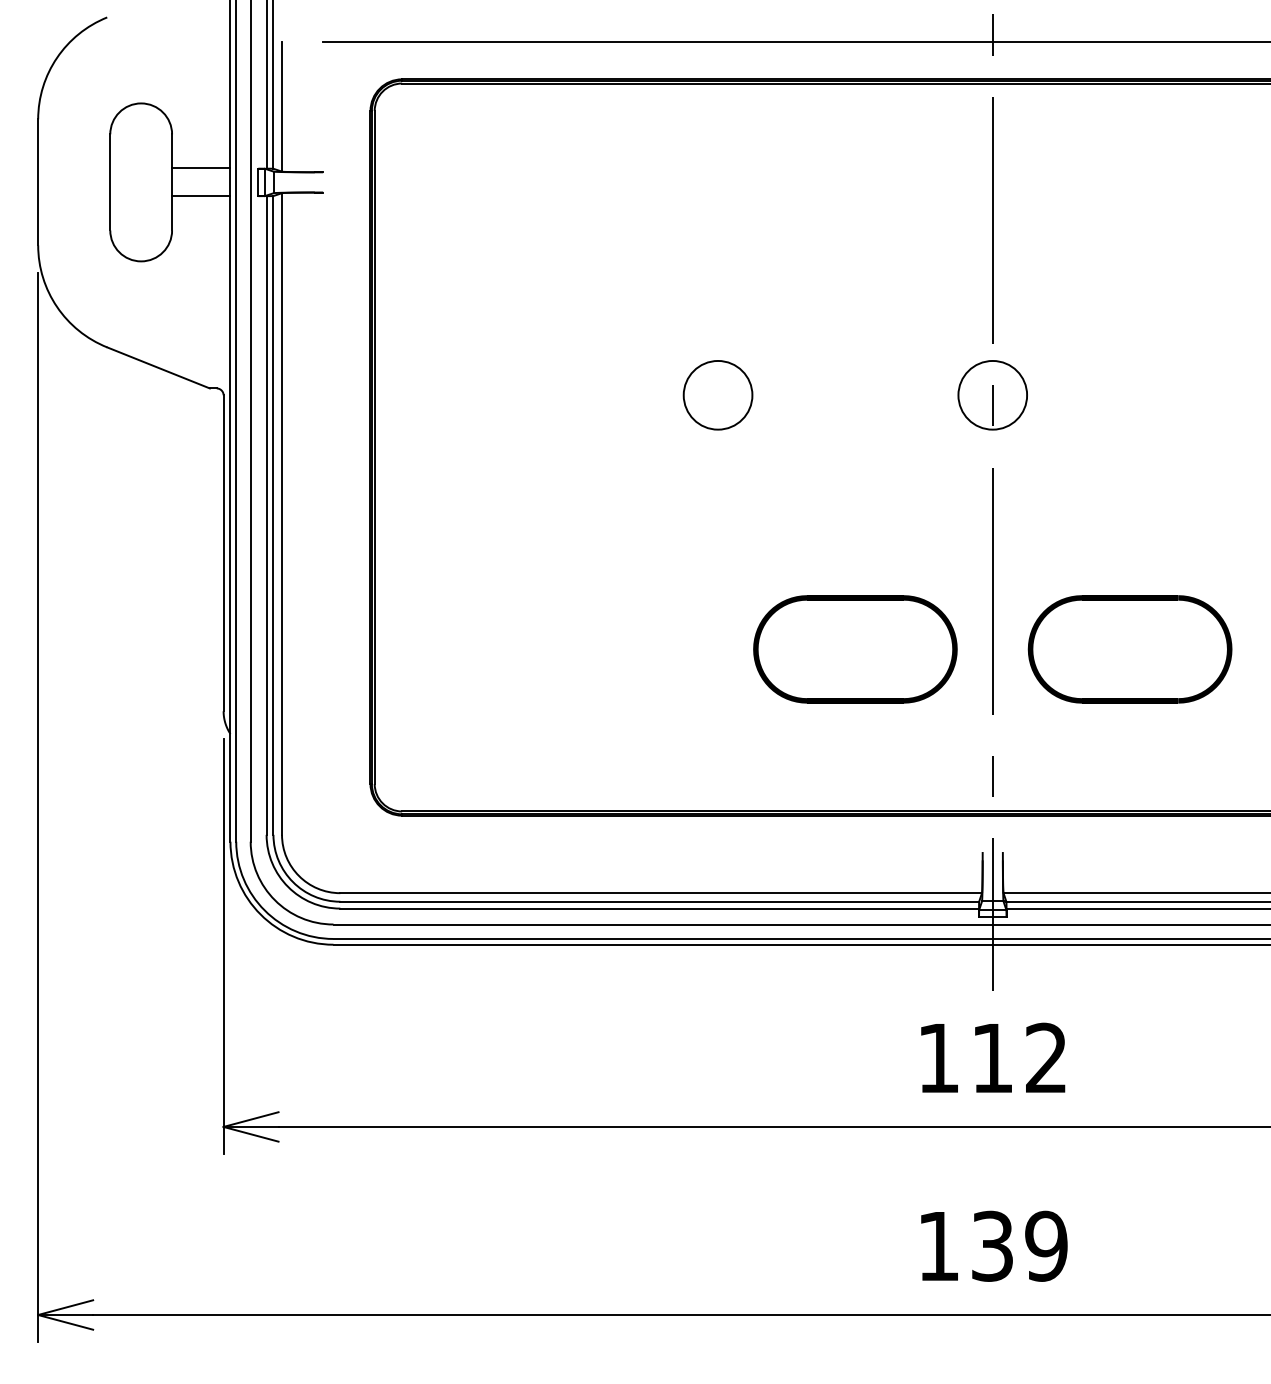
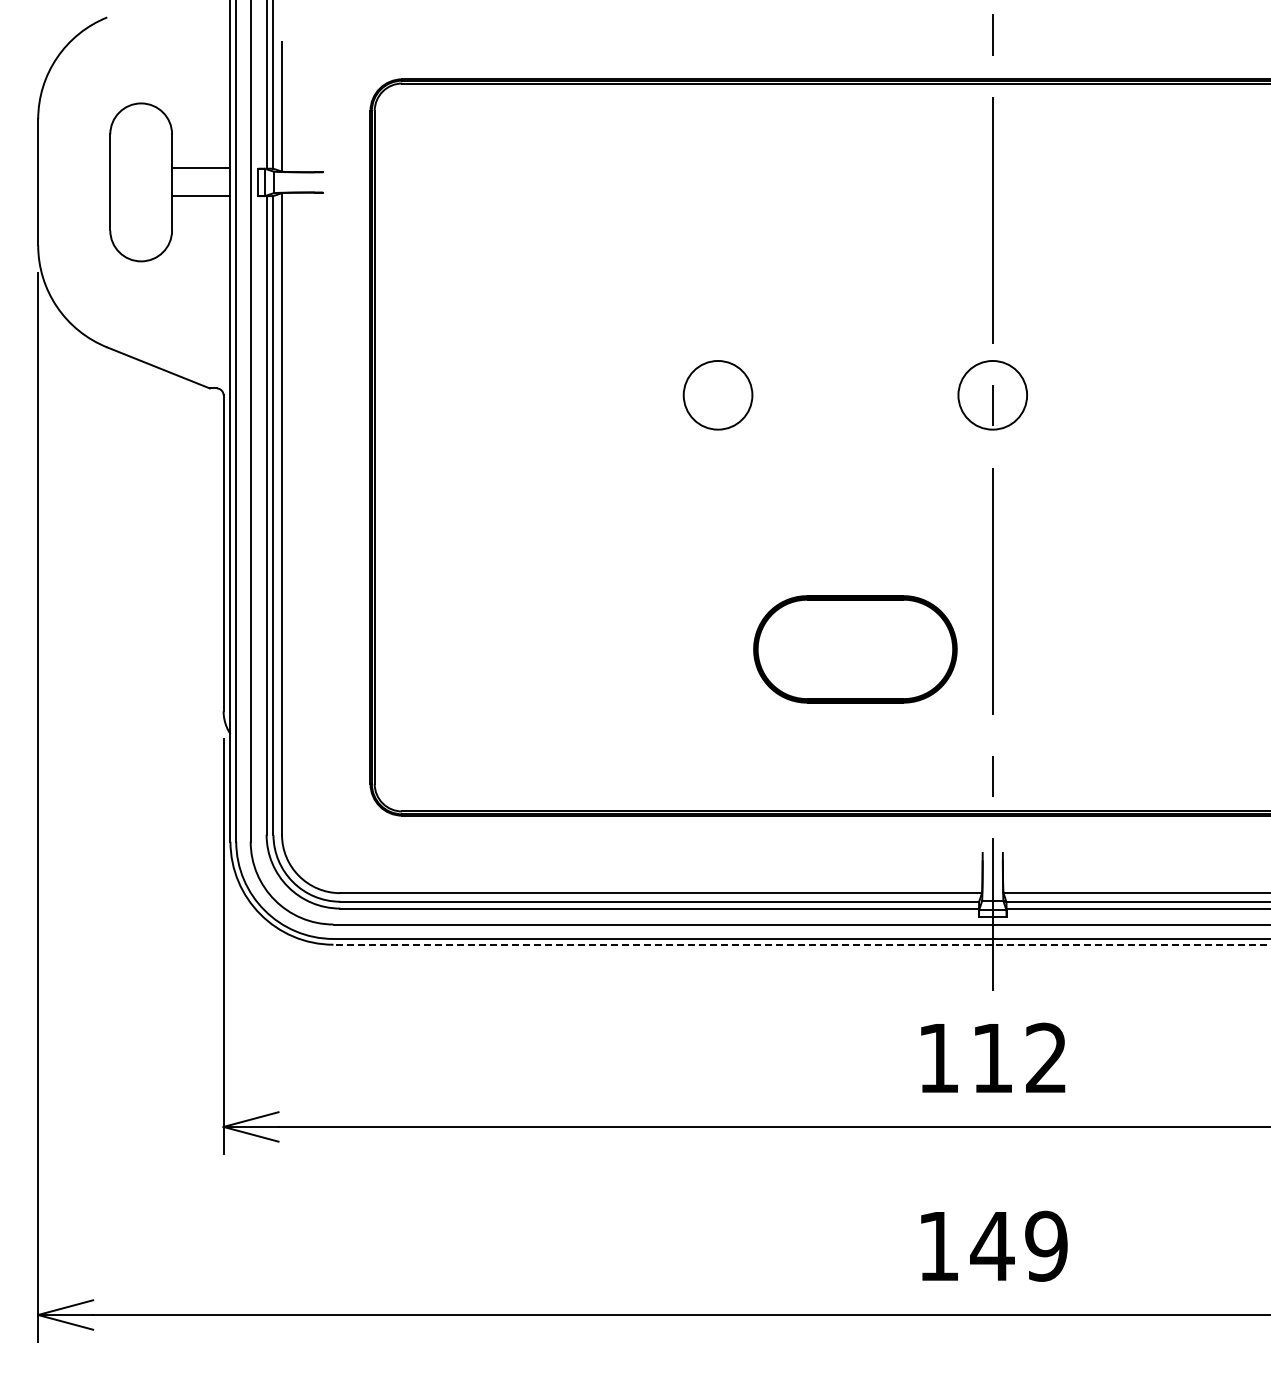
line at (795, 41): present -> none
part at (1129, 649): present -> none
line at (801, 944): solid -> dashed
text at (992, 1245): 139 -> 149
